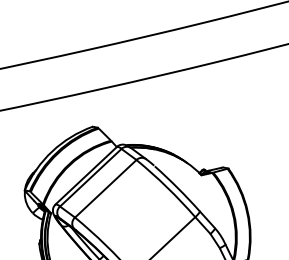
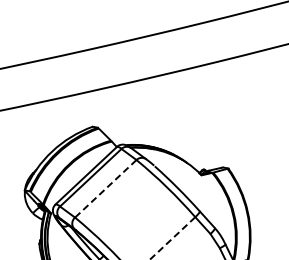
line at (105, 189): solid -> dashed
line at (172, 238): solid -> dashed
